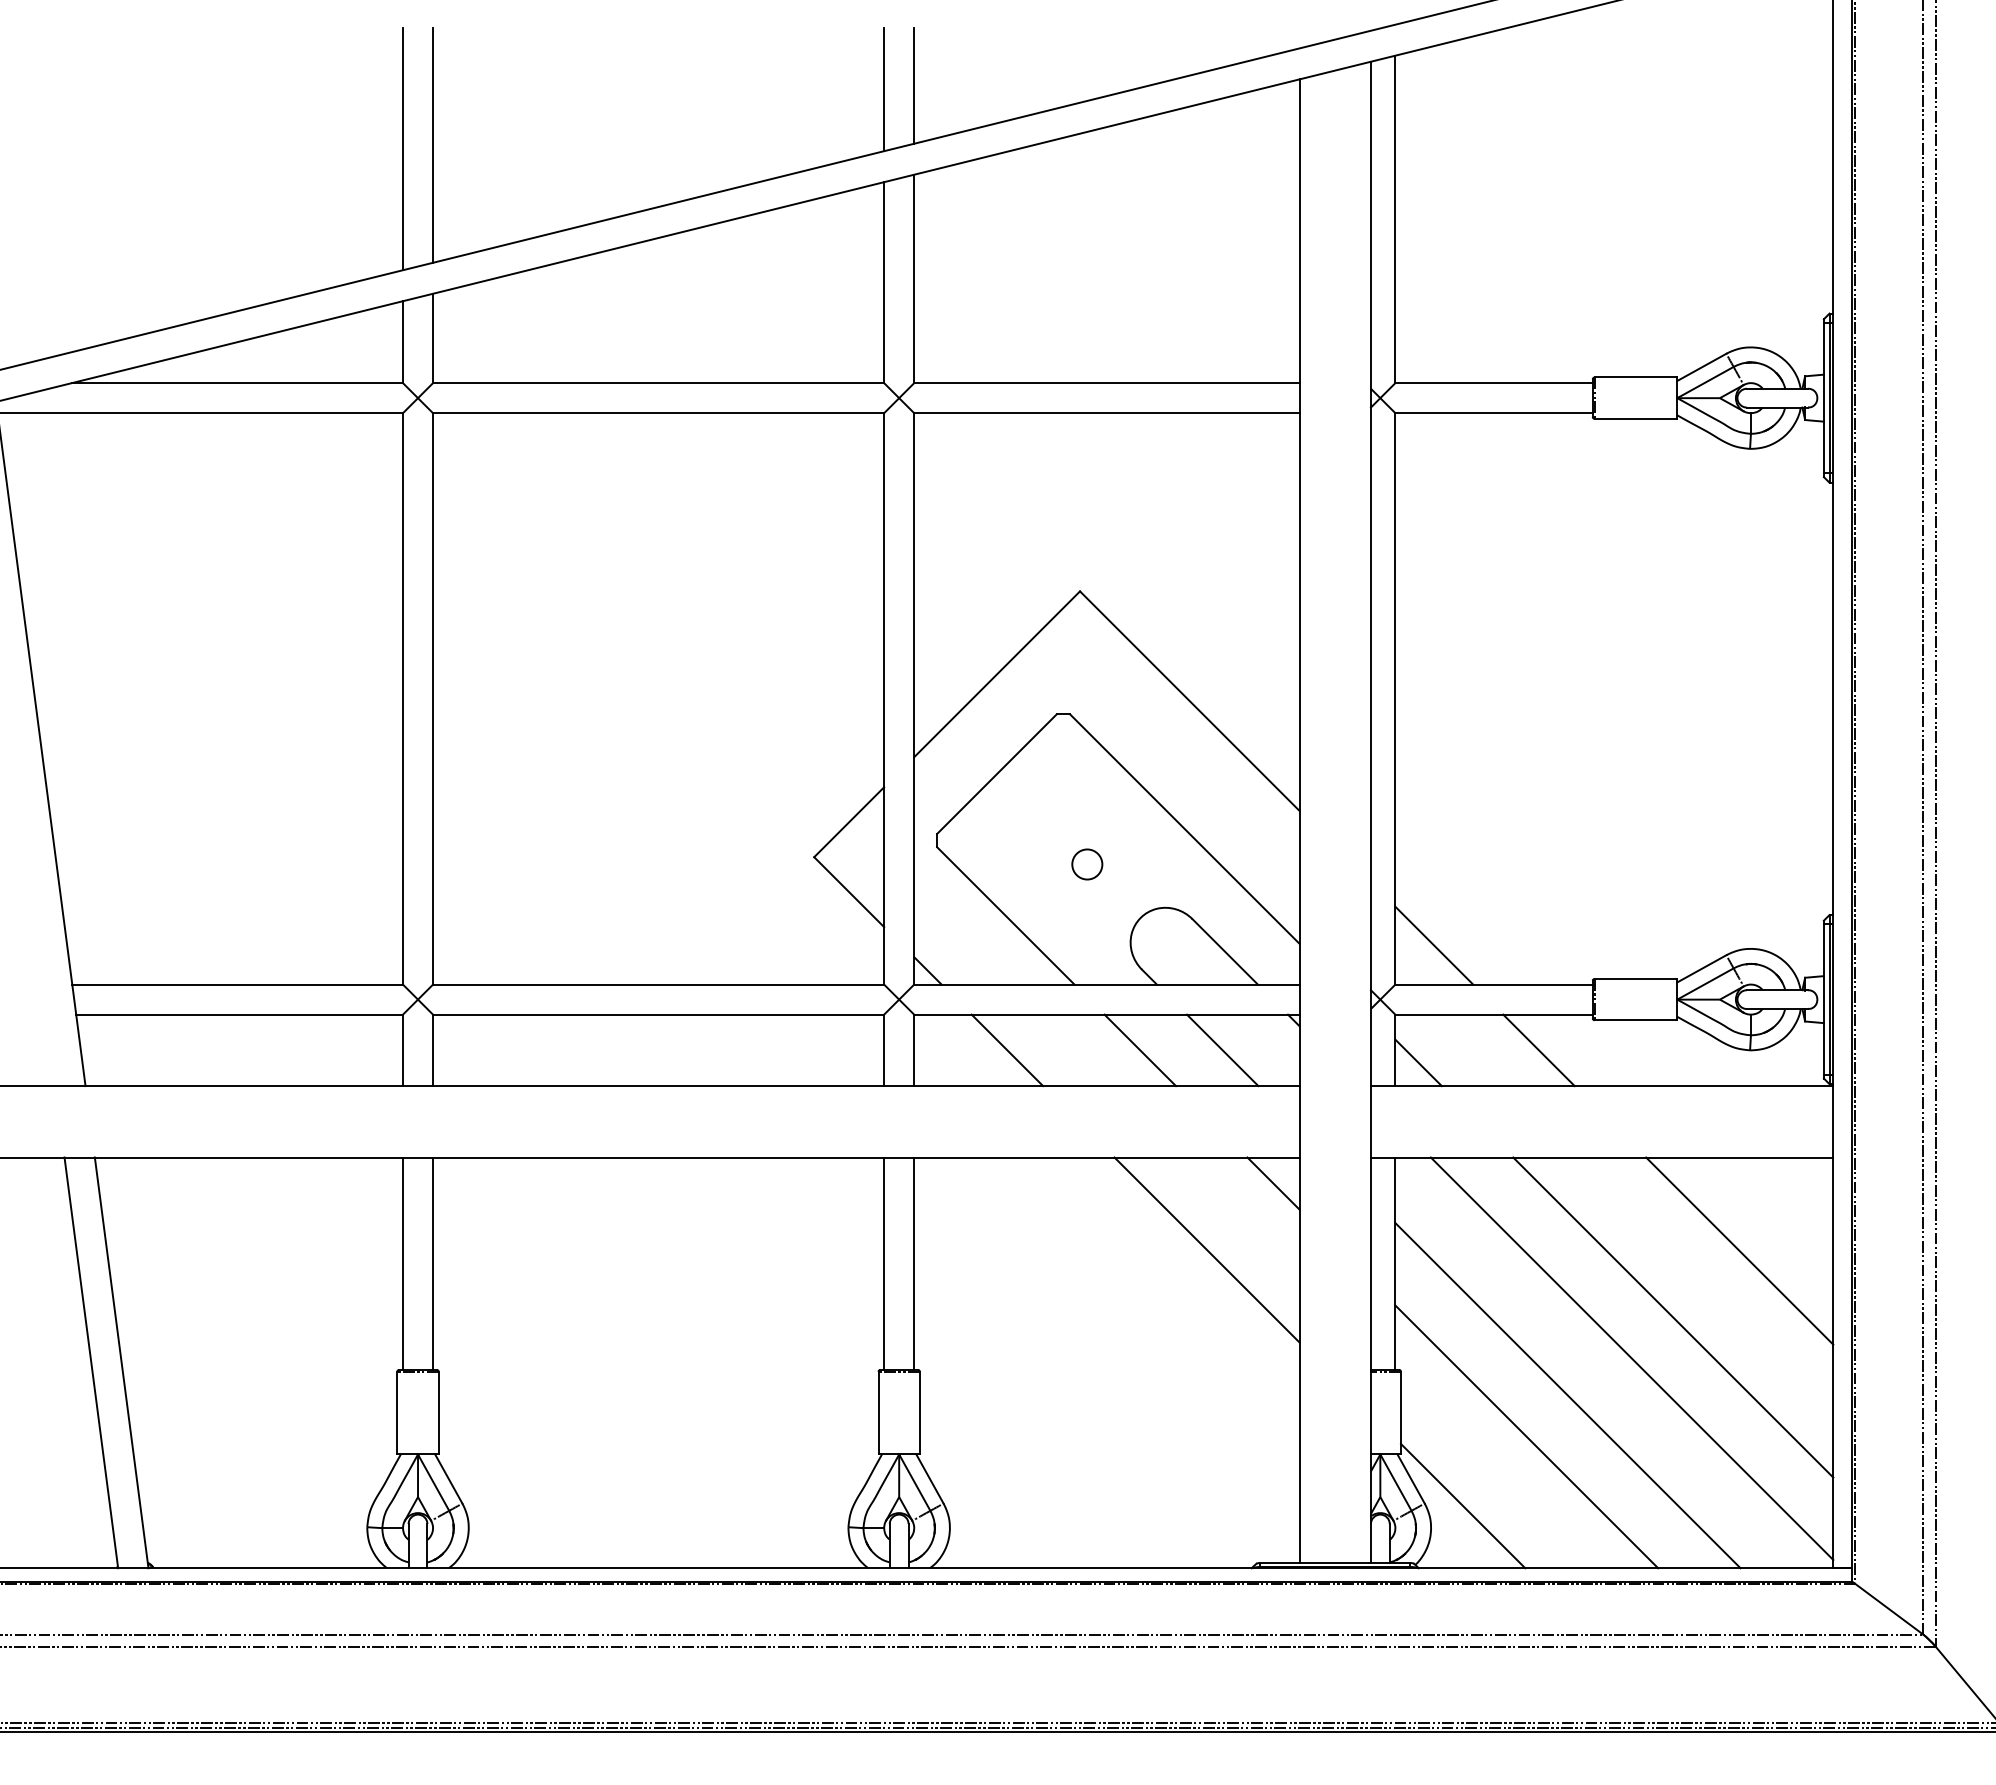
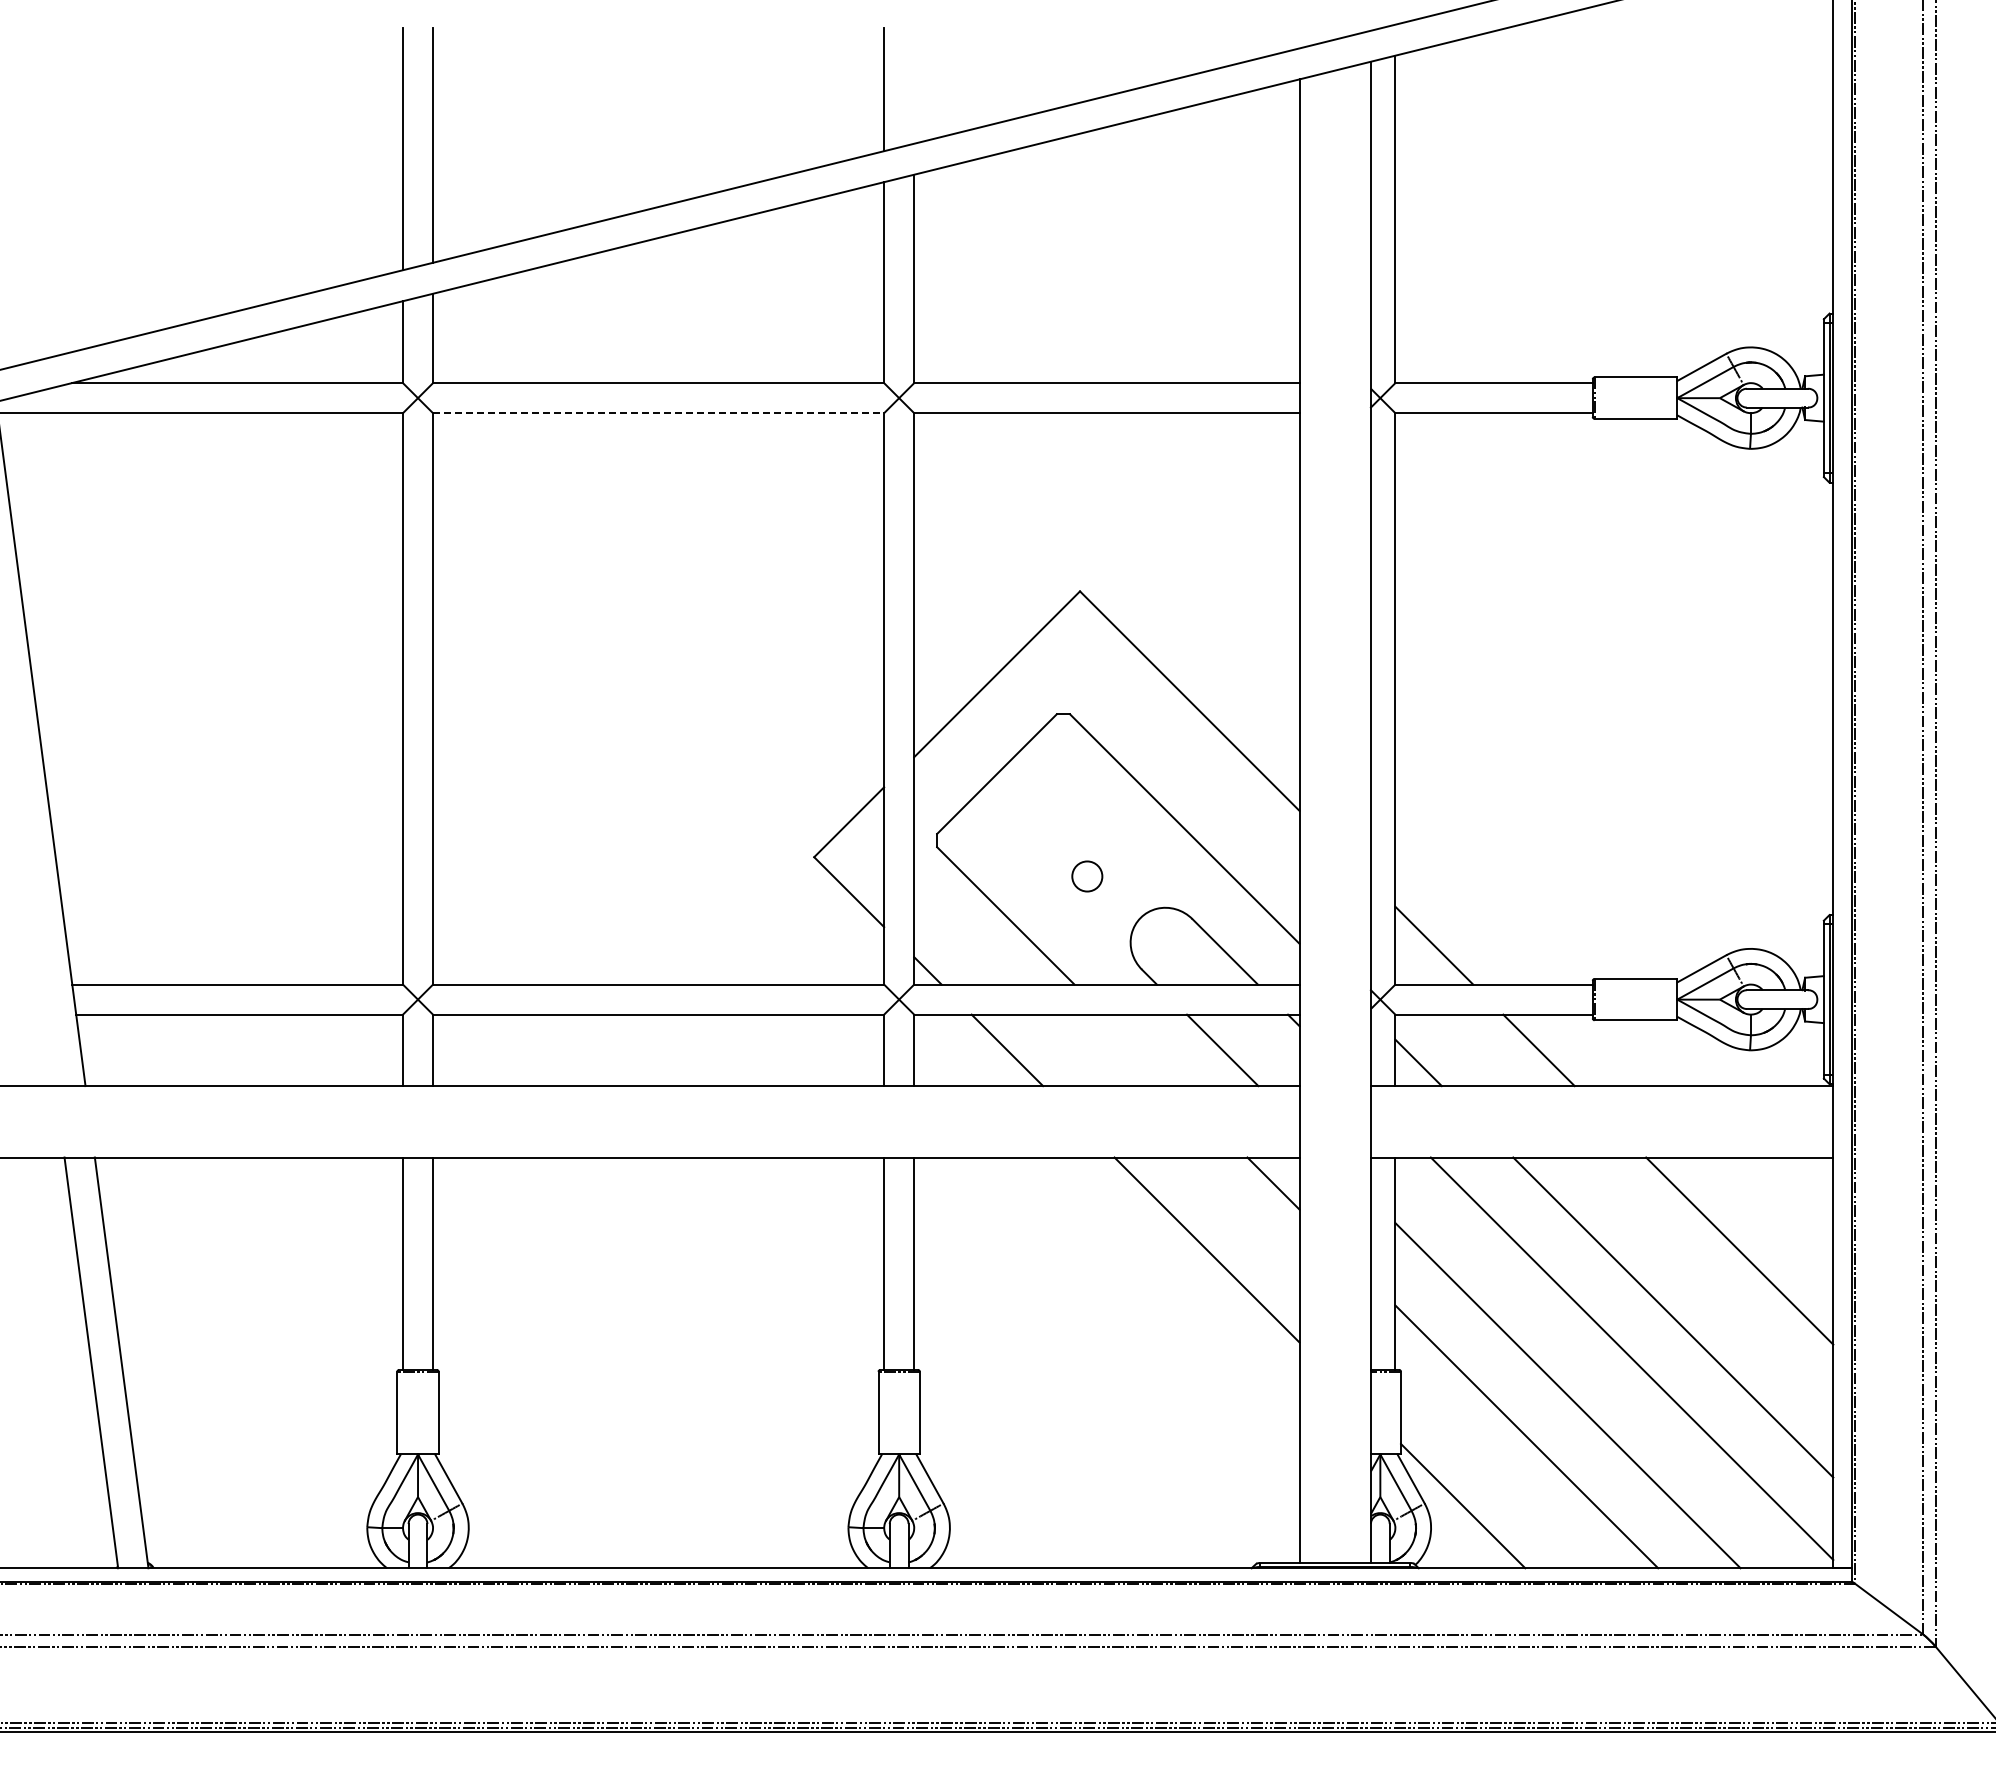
line at (914, 85): present -> none
line at (658, 413): solid -> dashed
circle at (1087, 864) position: (1087, 864) -> (1087, 876)
line at (1140, 1050): present -> none
